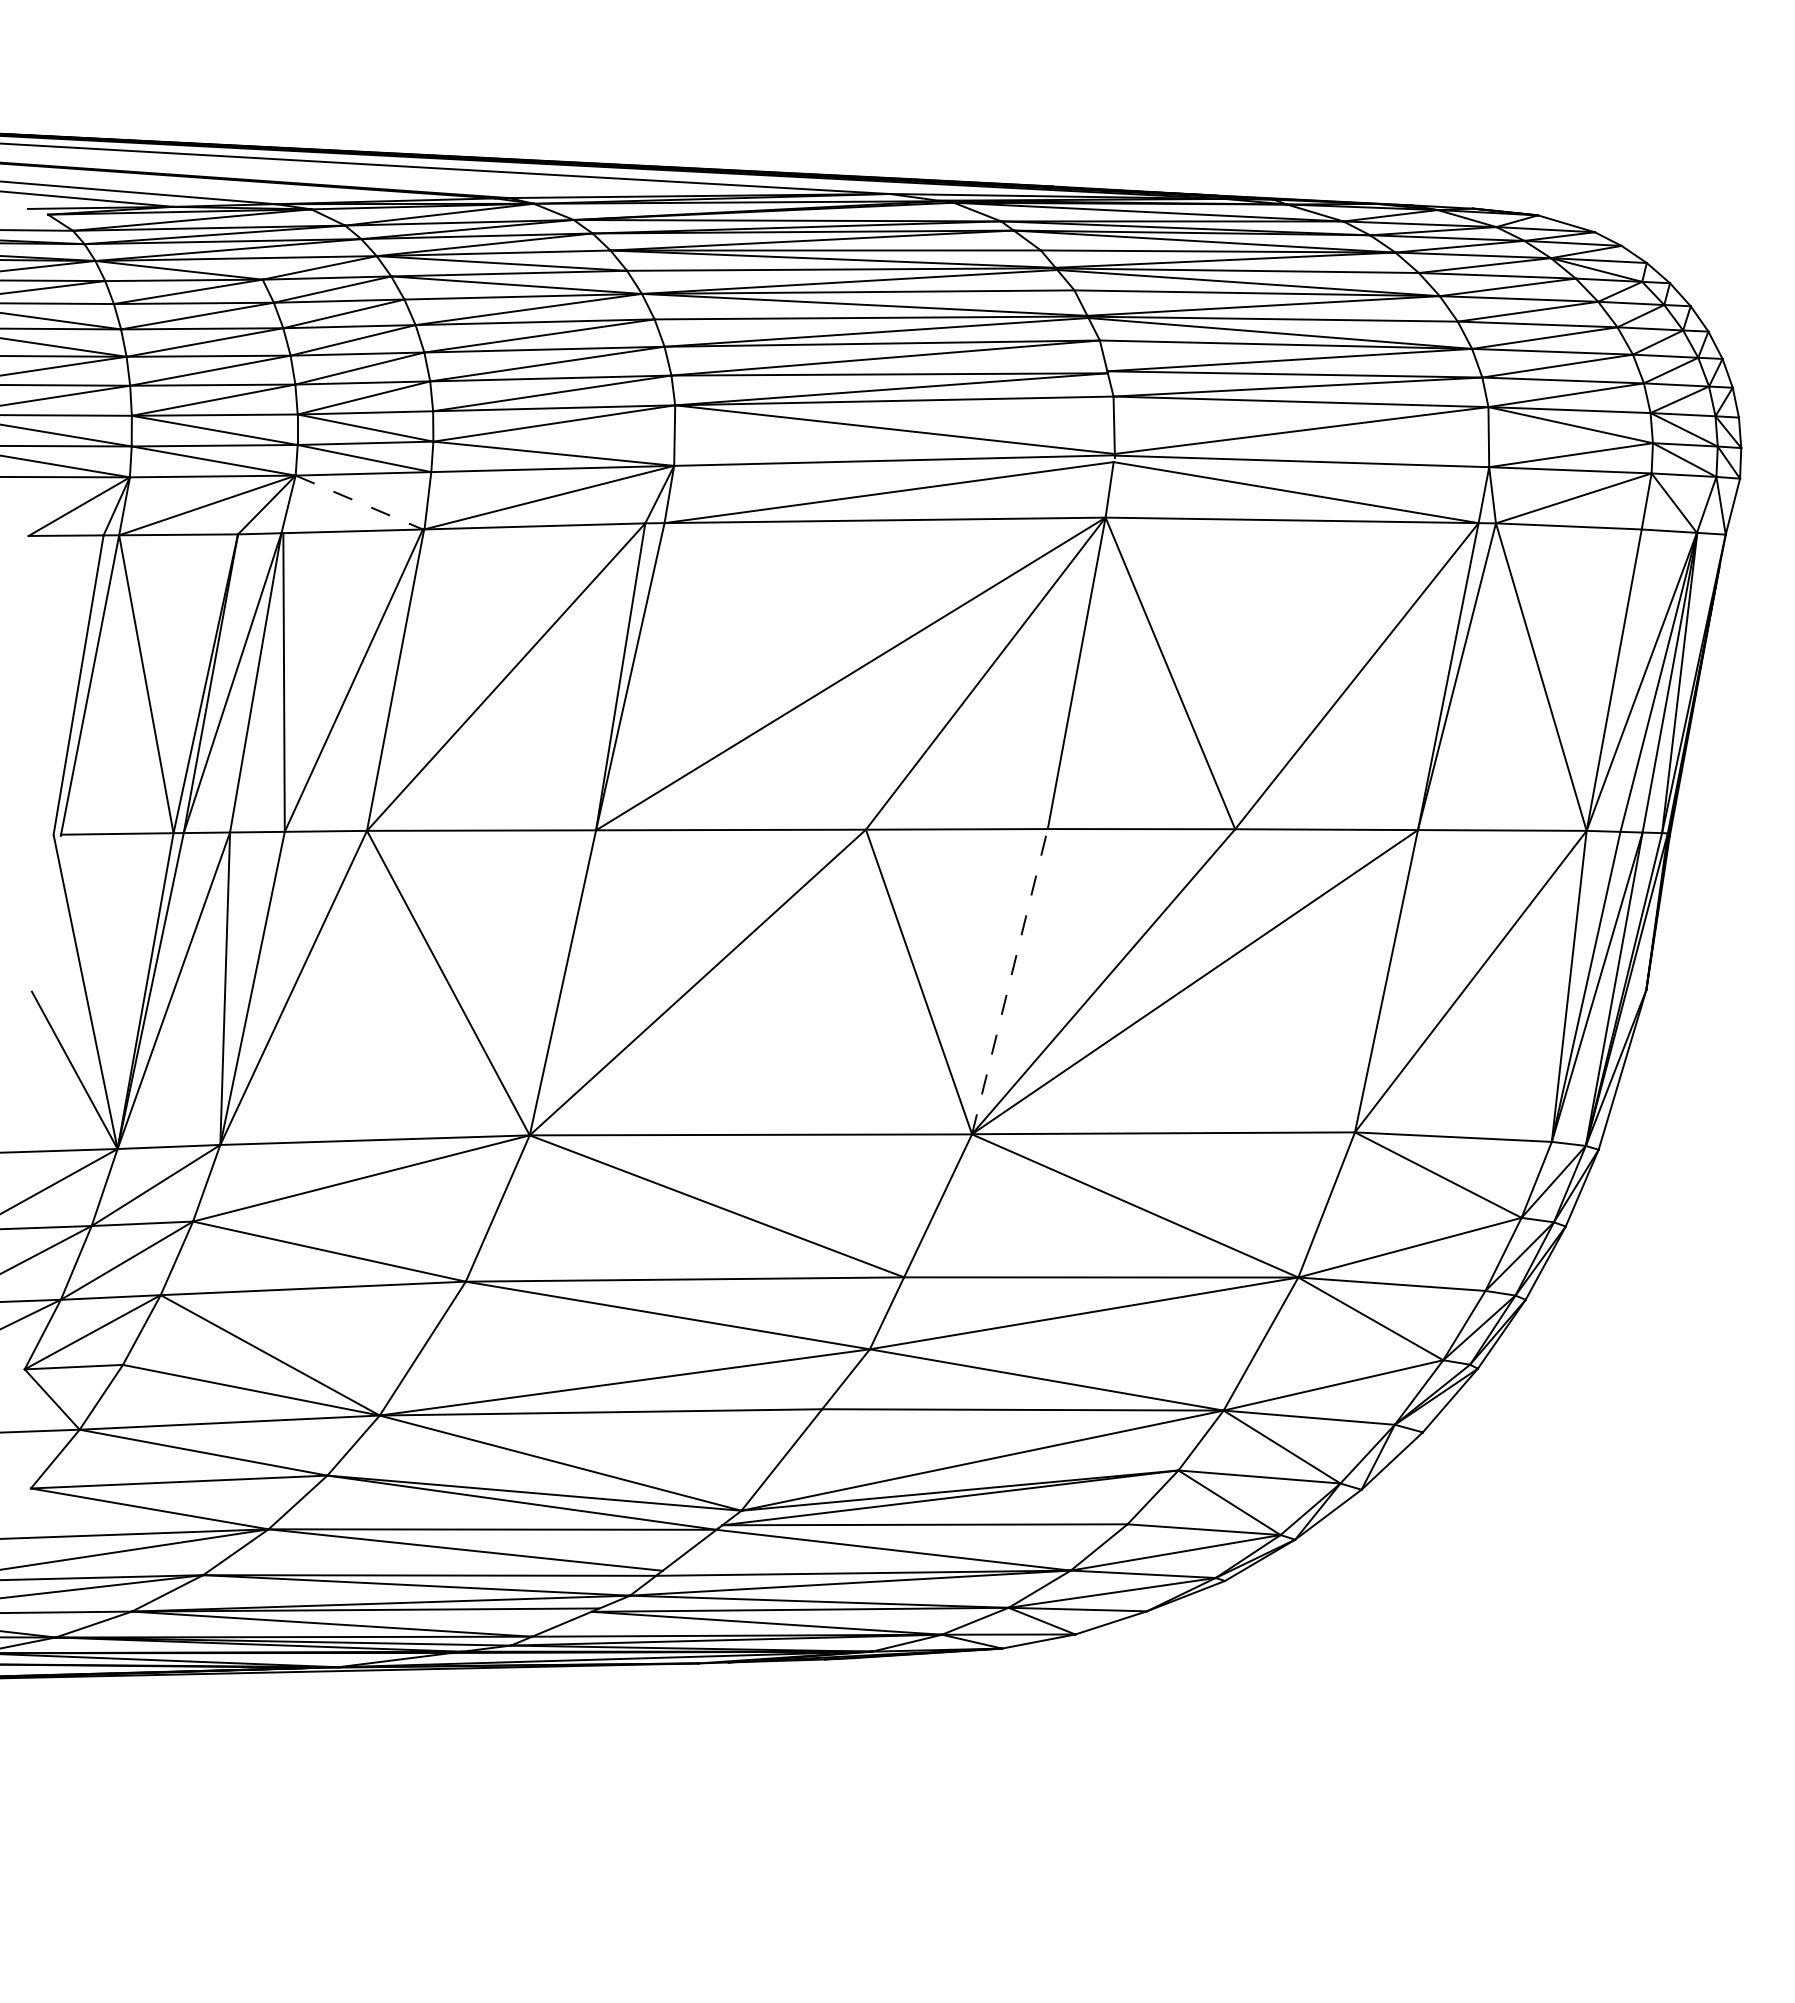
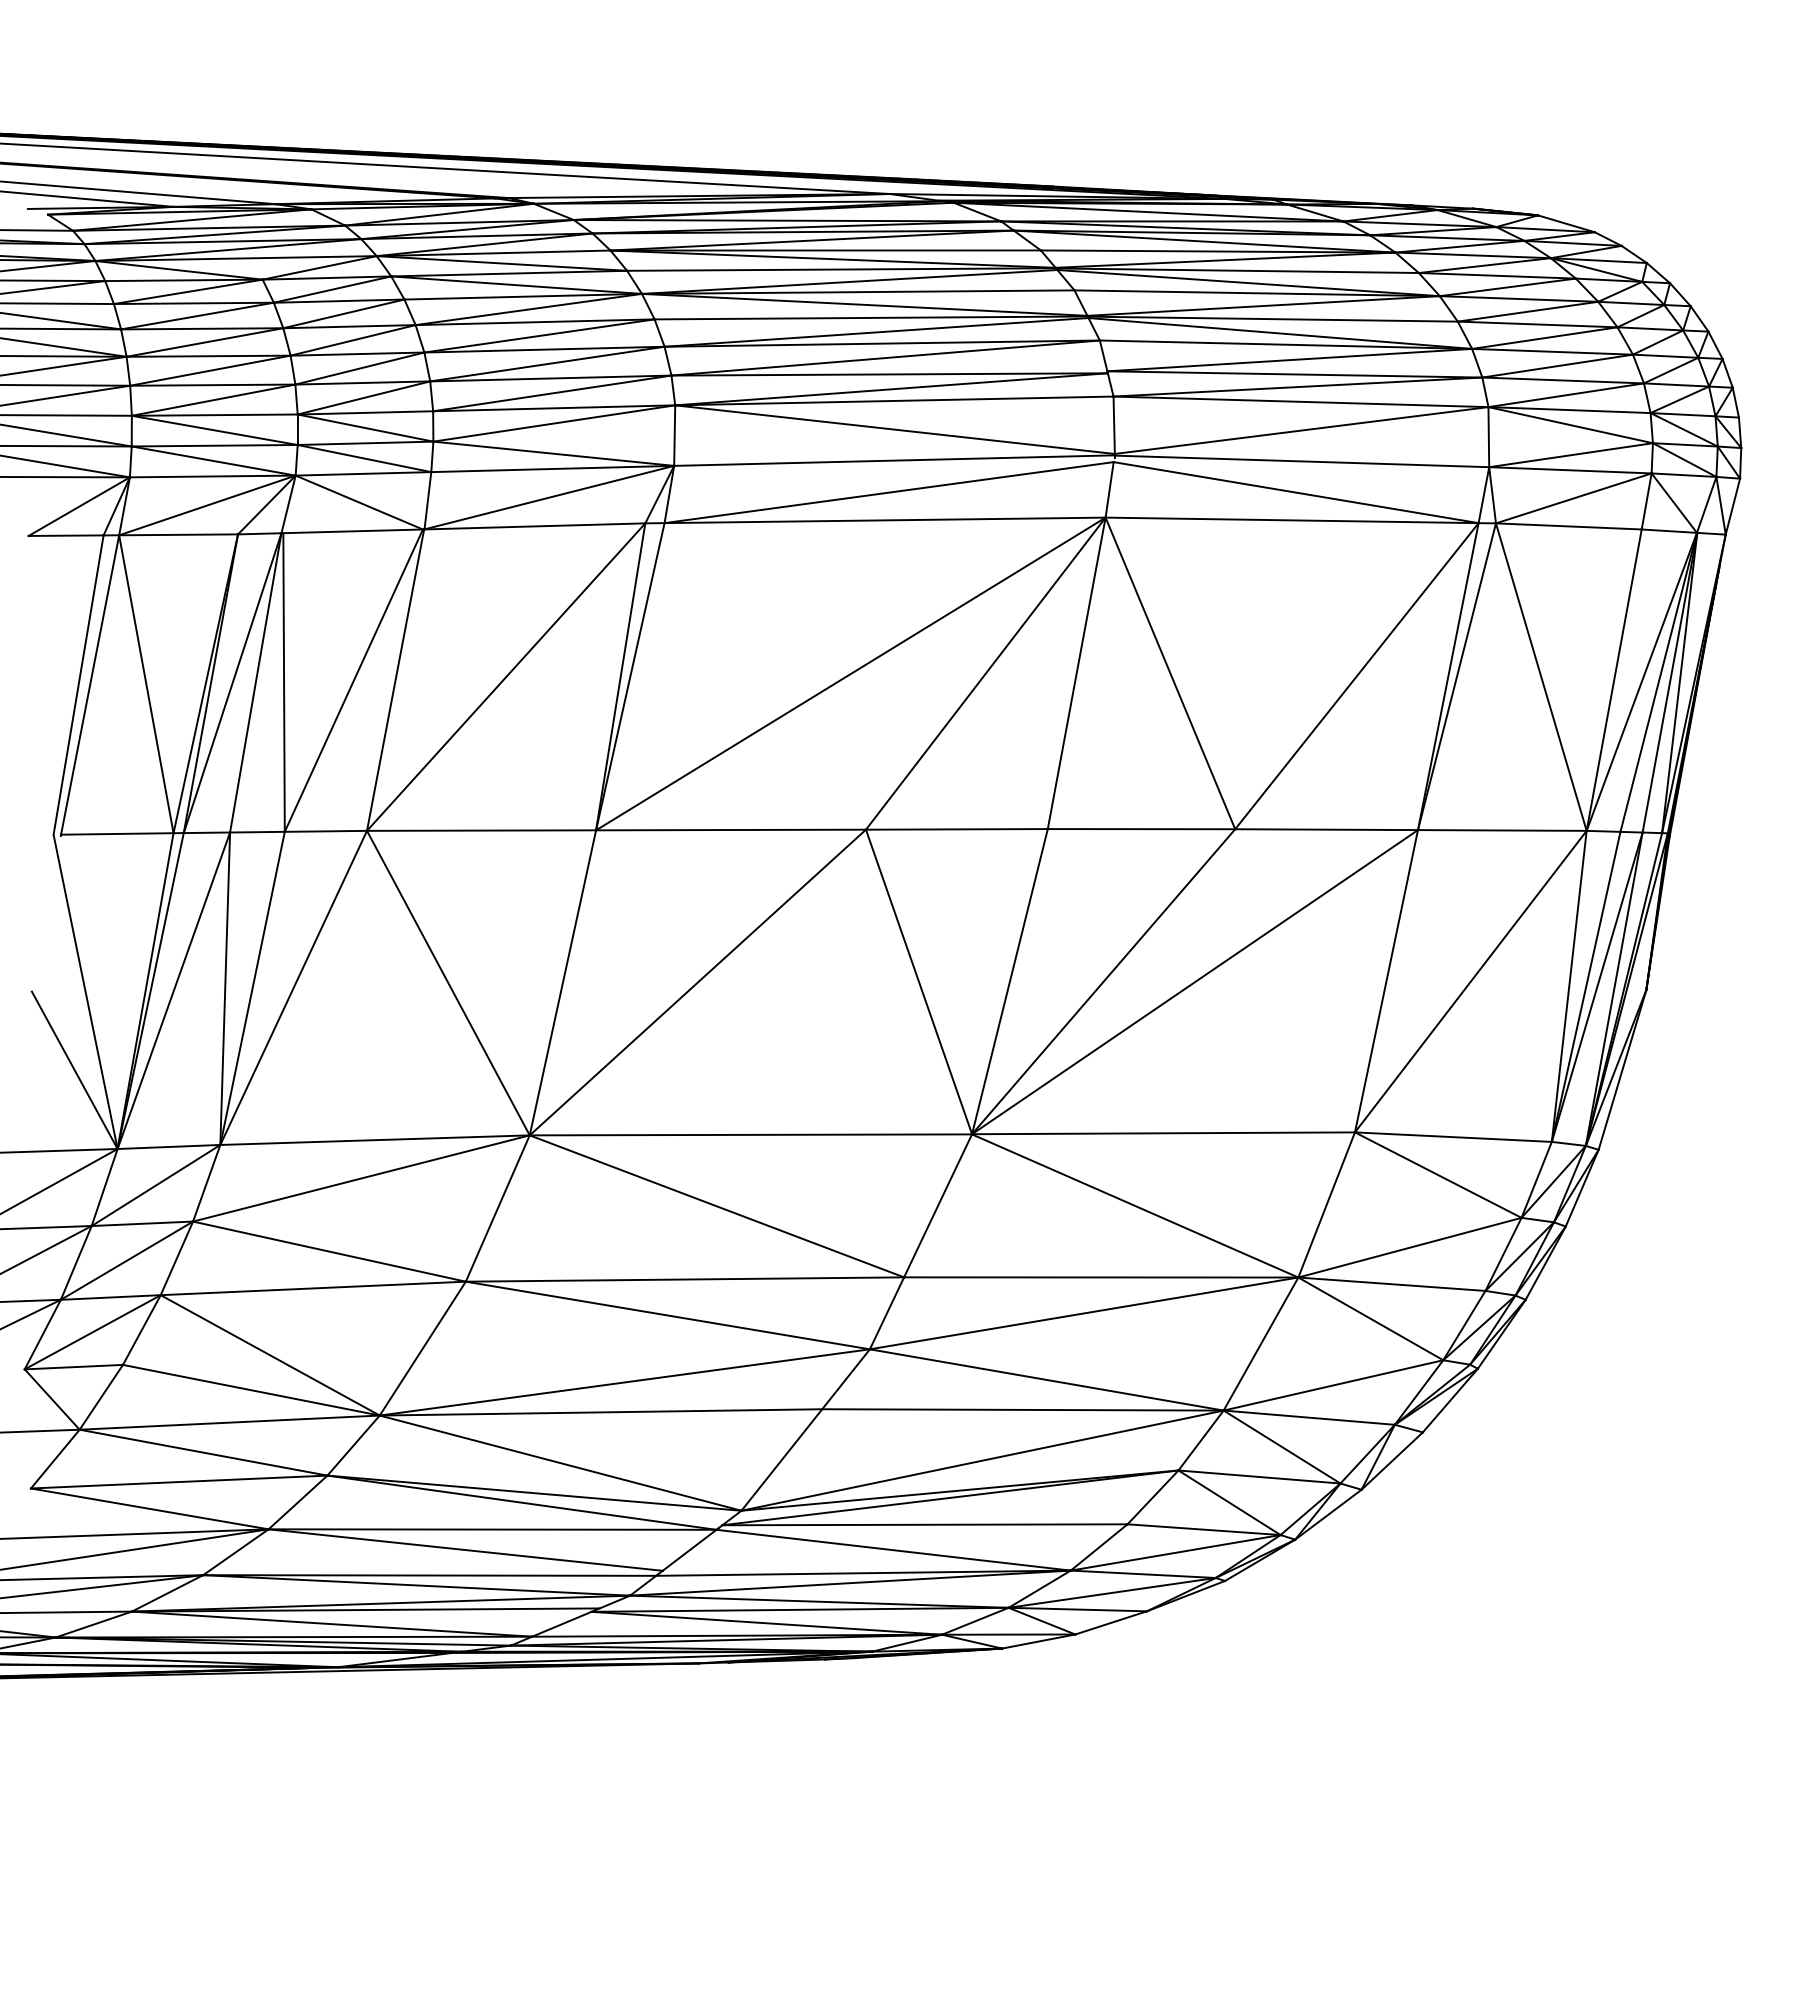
line at (359, 502): dashed -> solid
line at (1010, 981): dashed -> solid
